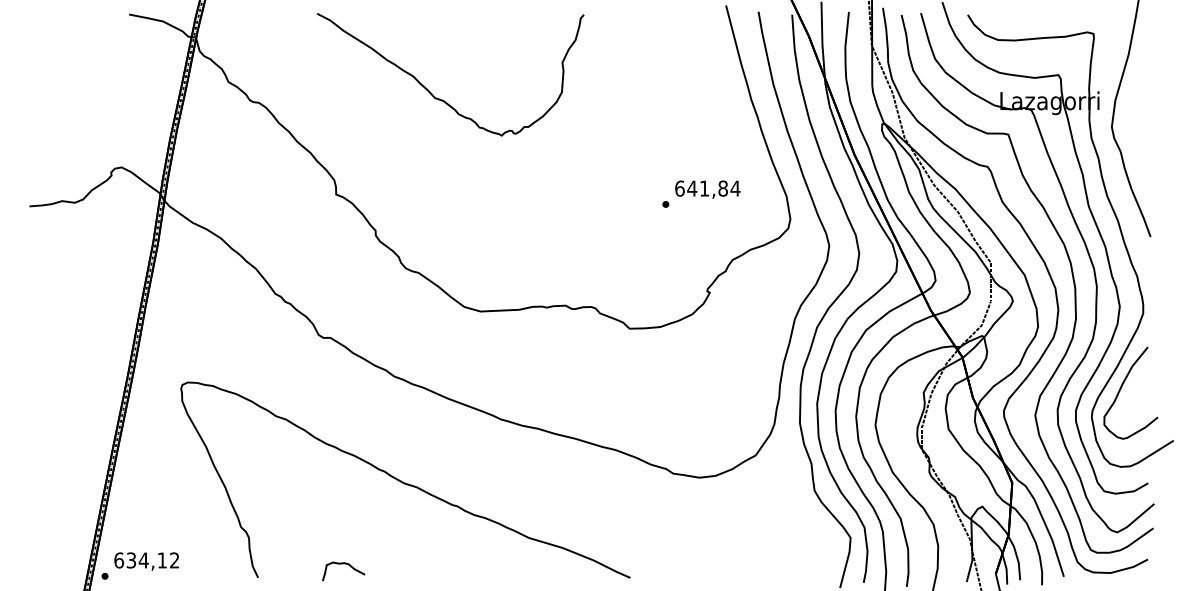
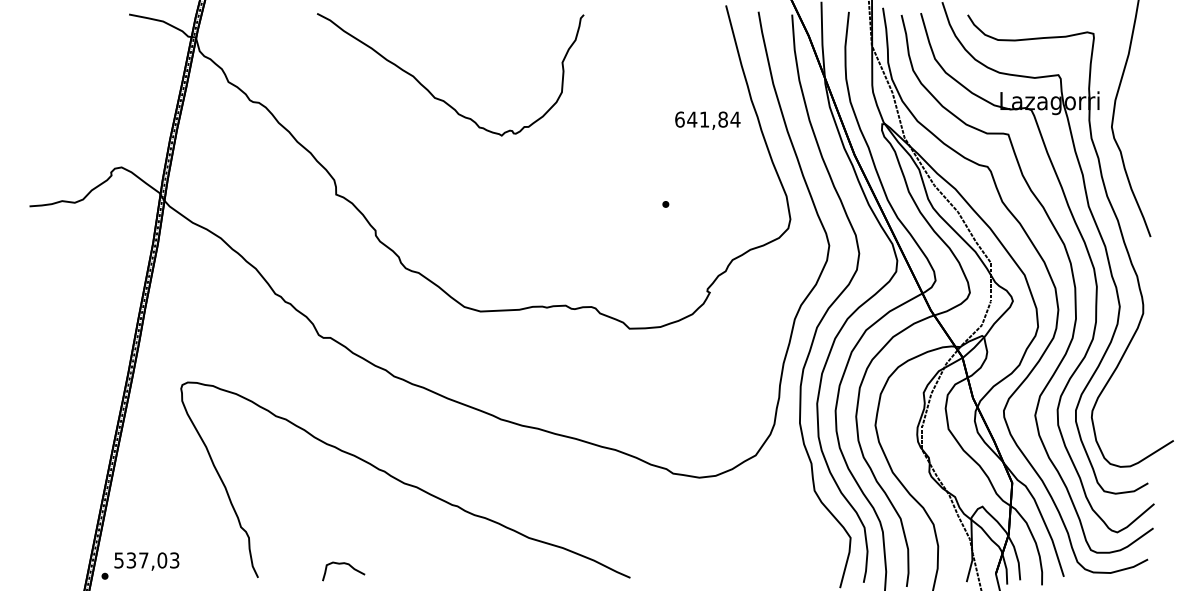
text at (707, 189) position: (707, 189) -> (707, 120)
curve at (1122, 387): present -> none
text at (146, 560): 634,12 -> 537,03
